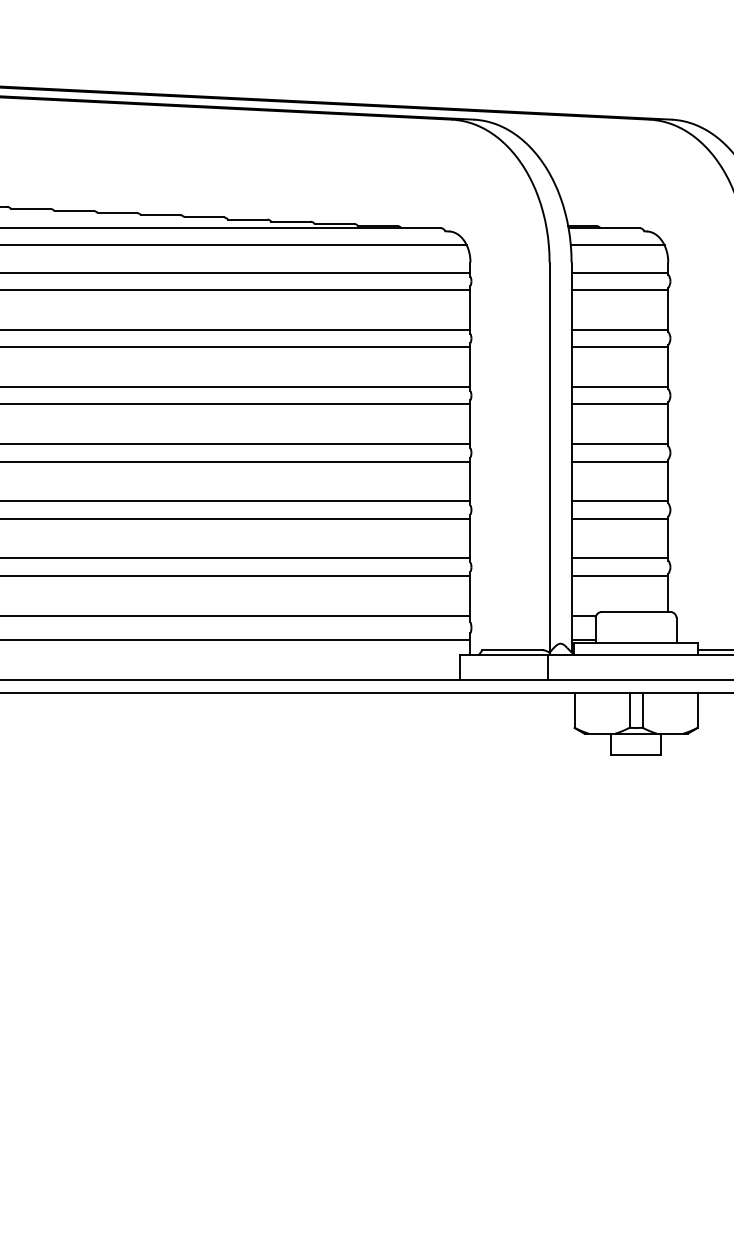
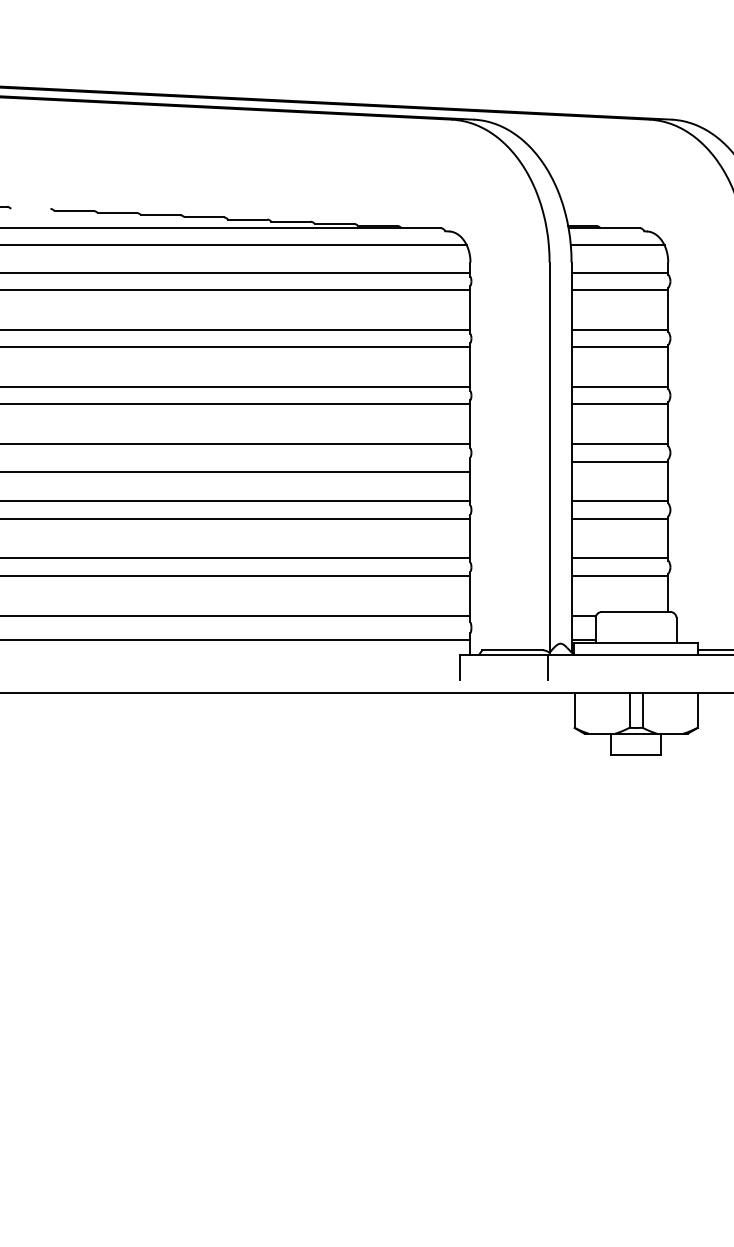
line at (30, 208): present -> none
line at (236, 461) position: (236, 461) -> (236, 471)
line at (366, 680): present -> none
